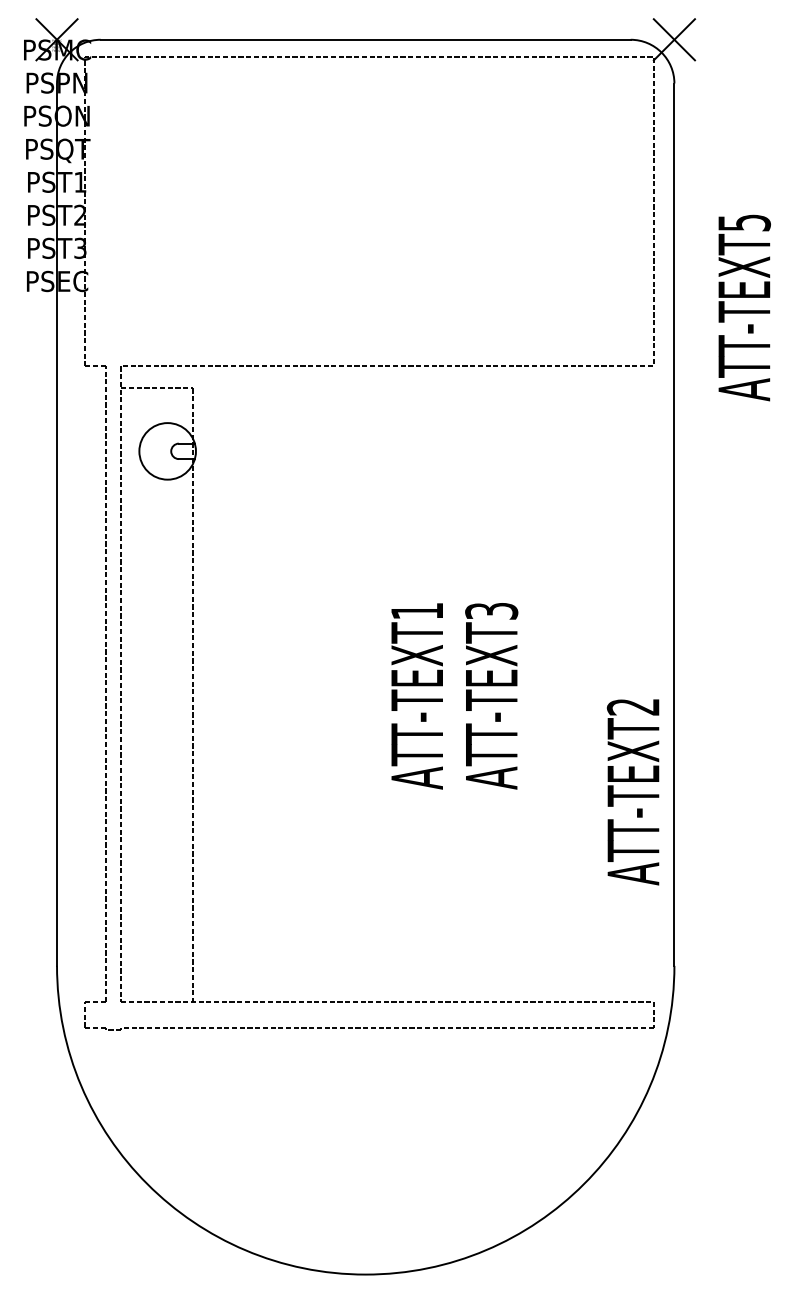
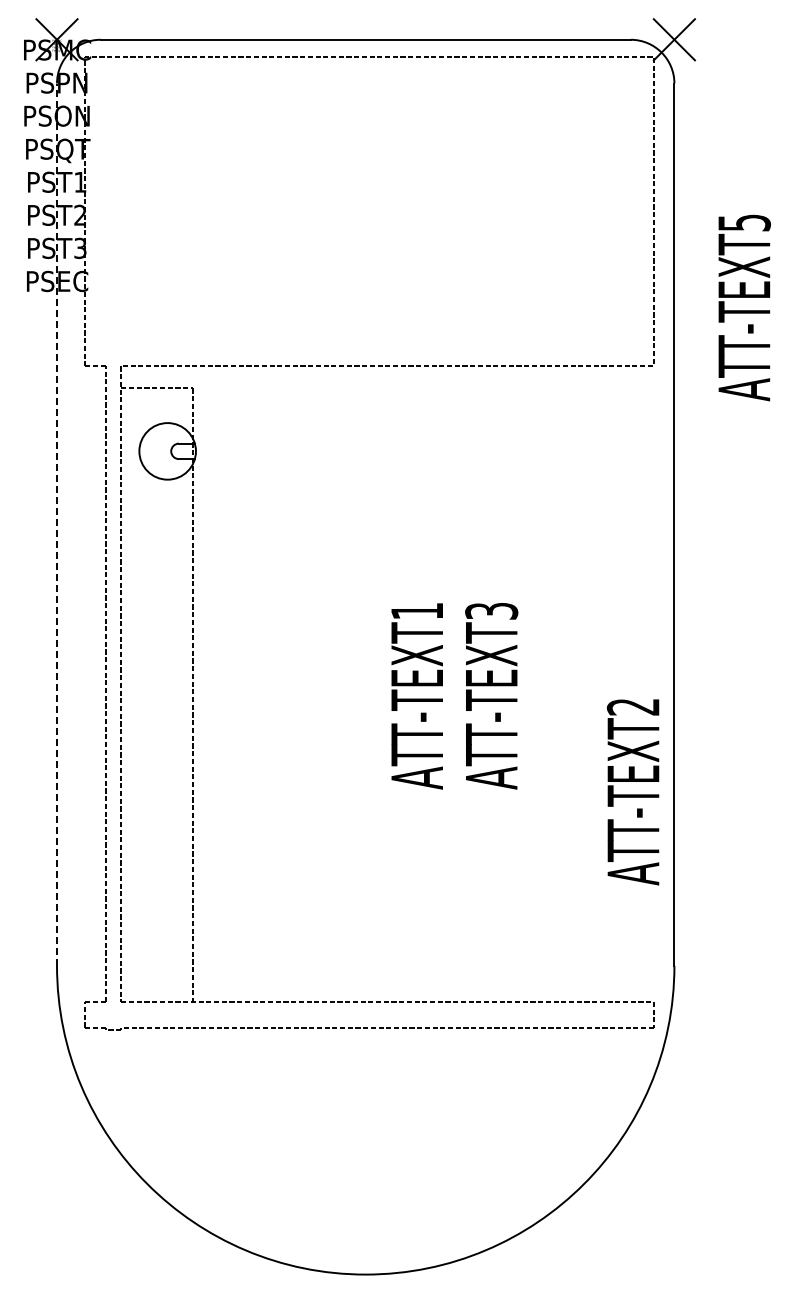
line at (57, 524): solid -> dashed
